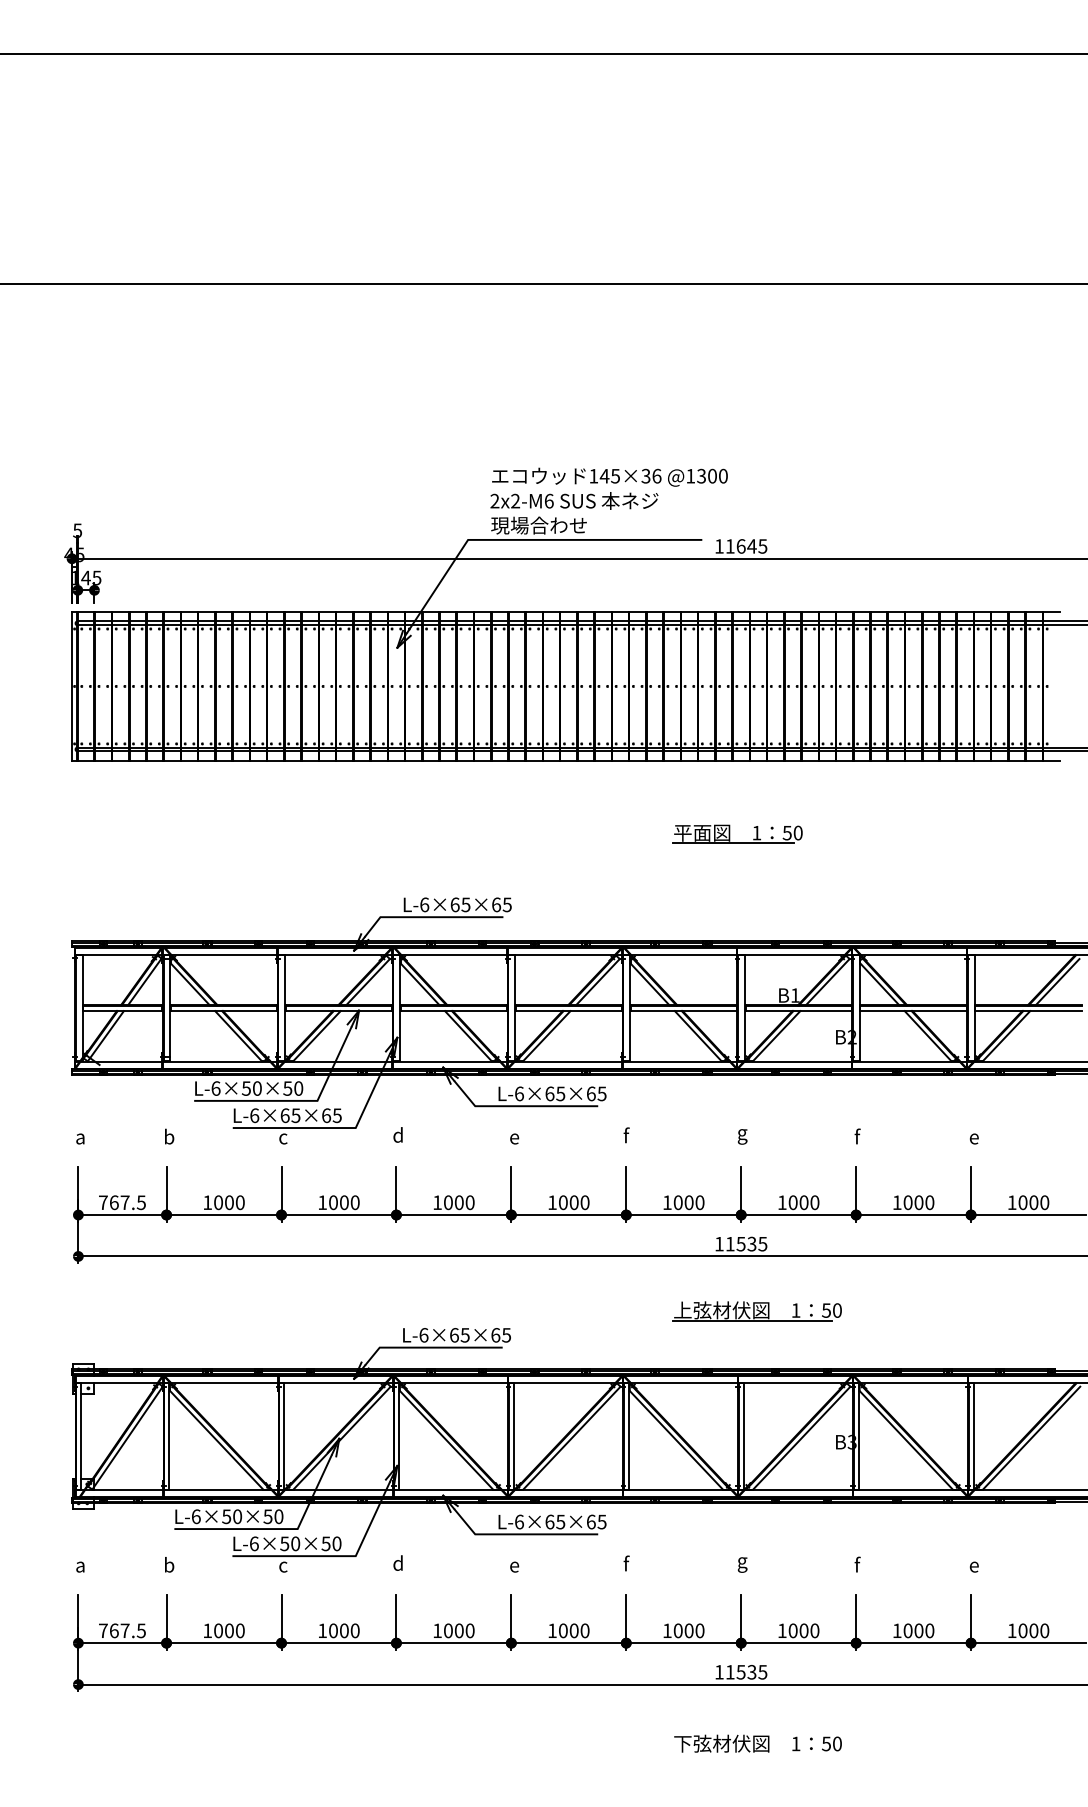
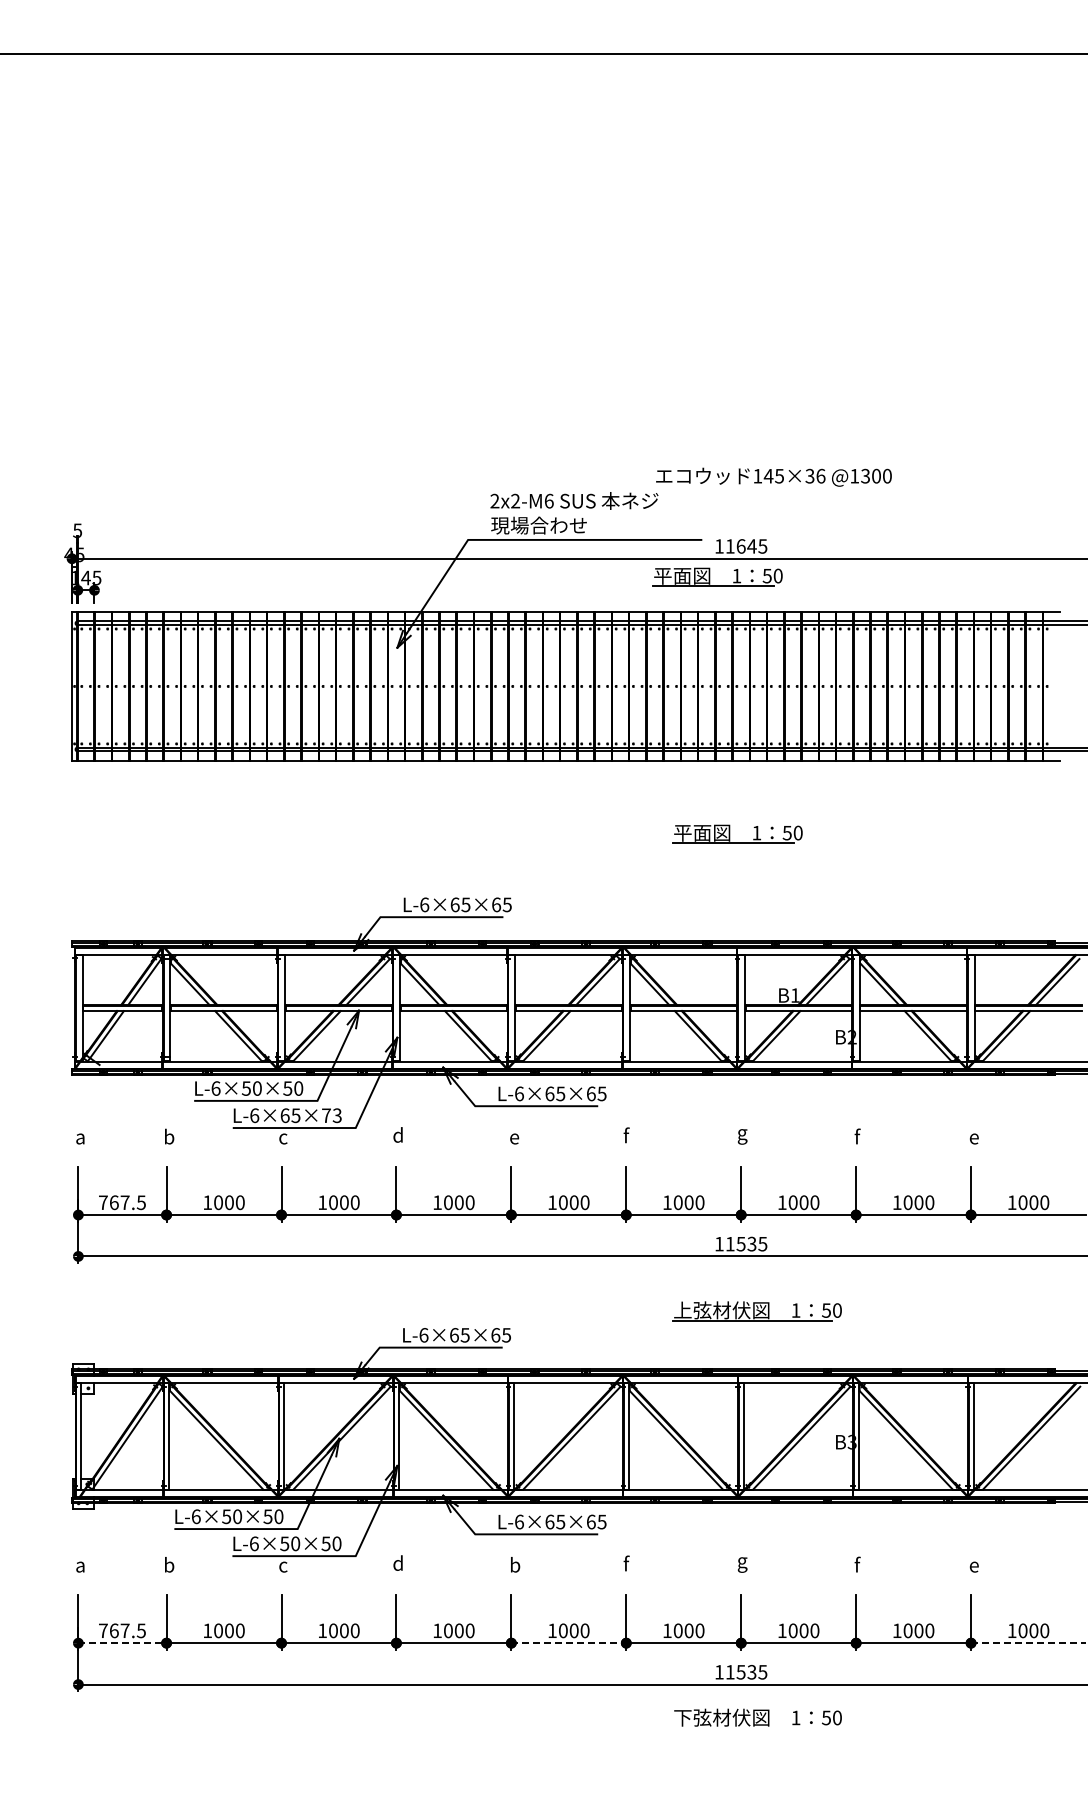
line at (543, 284): present -> none
text at (609, 476) position: (609, 476) -> (773, 476)
part at (710, 576): none -> present
text at (331, 1115): L-6×65×65 -> L-6×65×73
text at (515, 1564): e -> b
line at (122, 1643): solid -> dashed
line at (569, 1643): solid -> dashed
line at (1029, 1643): solid -> dashed
text at (757, 1743) position: (757, 1743) -> (757, 1717)
